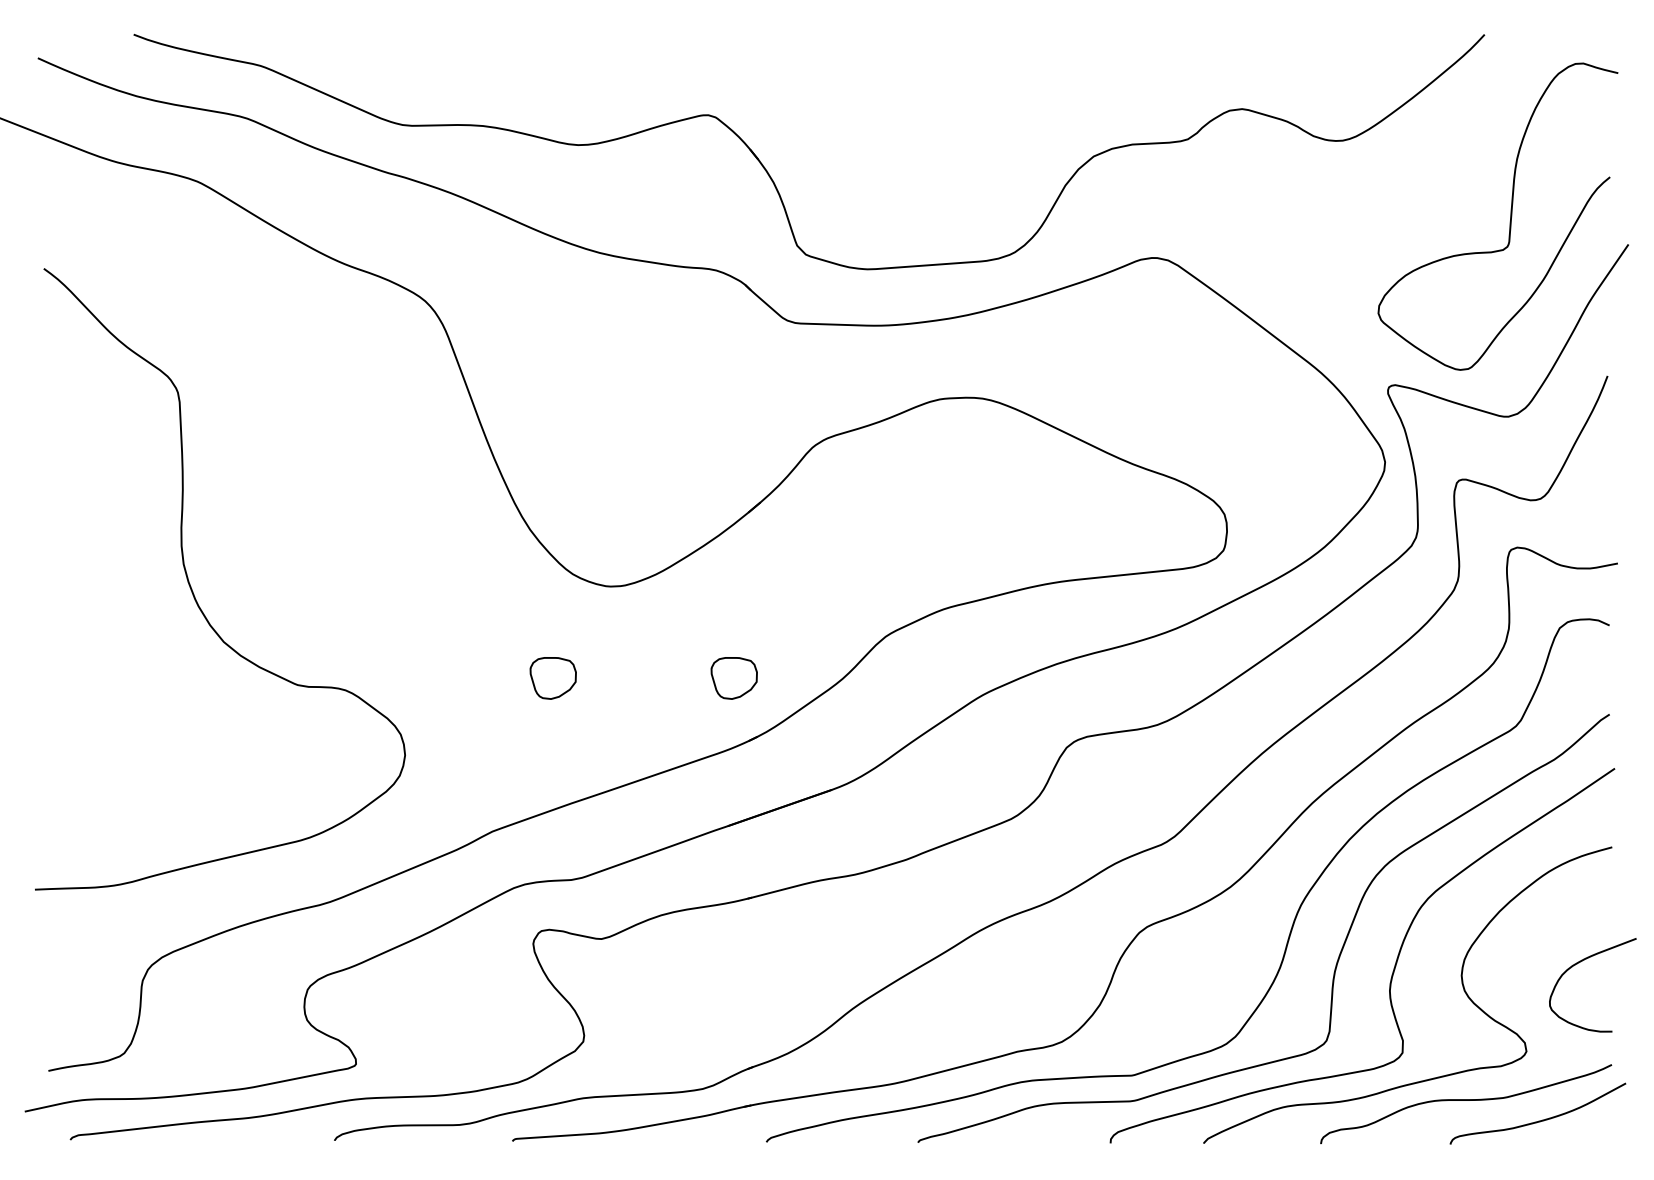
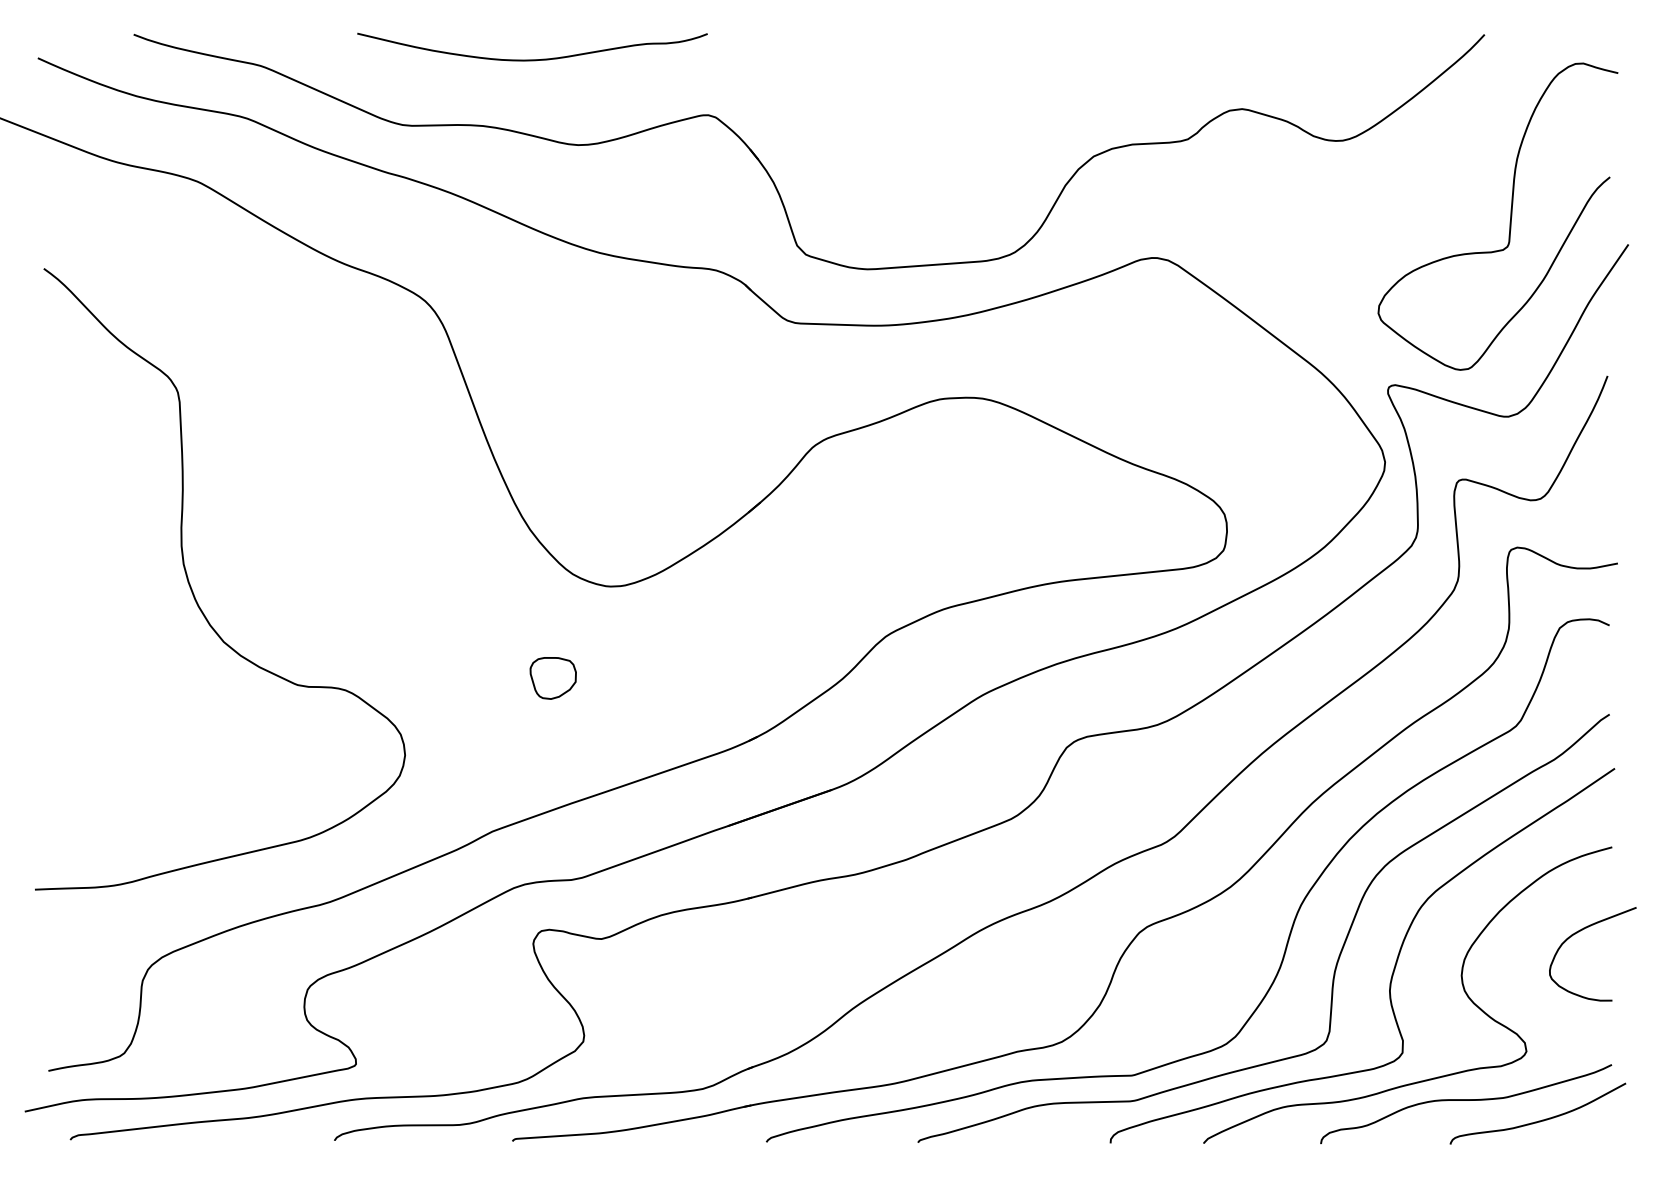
curve at (532, 59): none -> present
part at (733, 678): present -> none
curve at (1579, 963) position: (1579, 963) -> (1579, 932)
